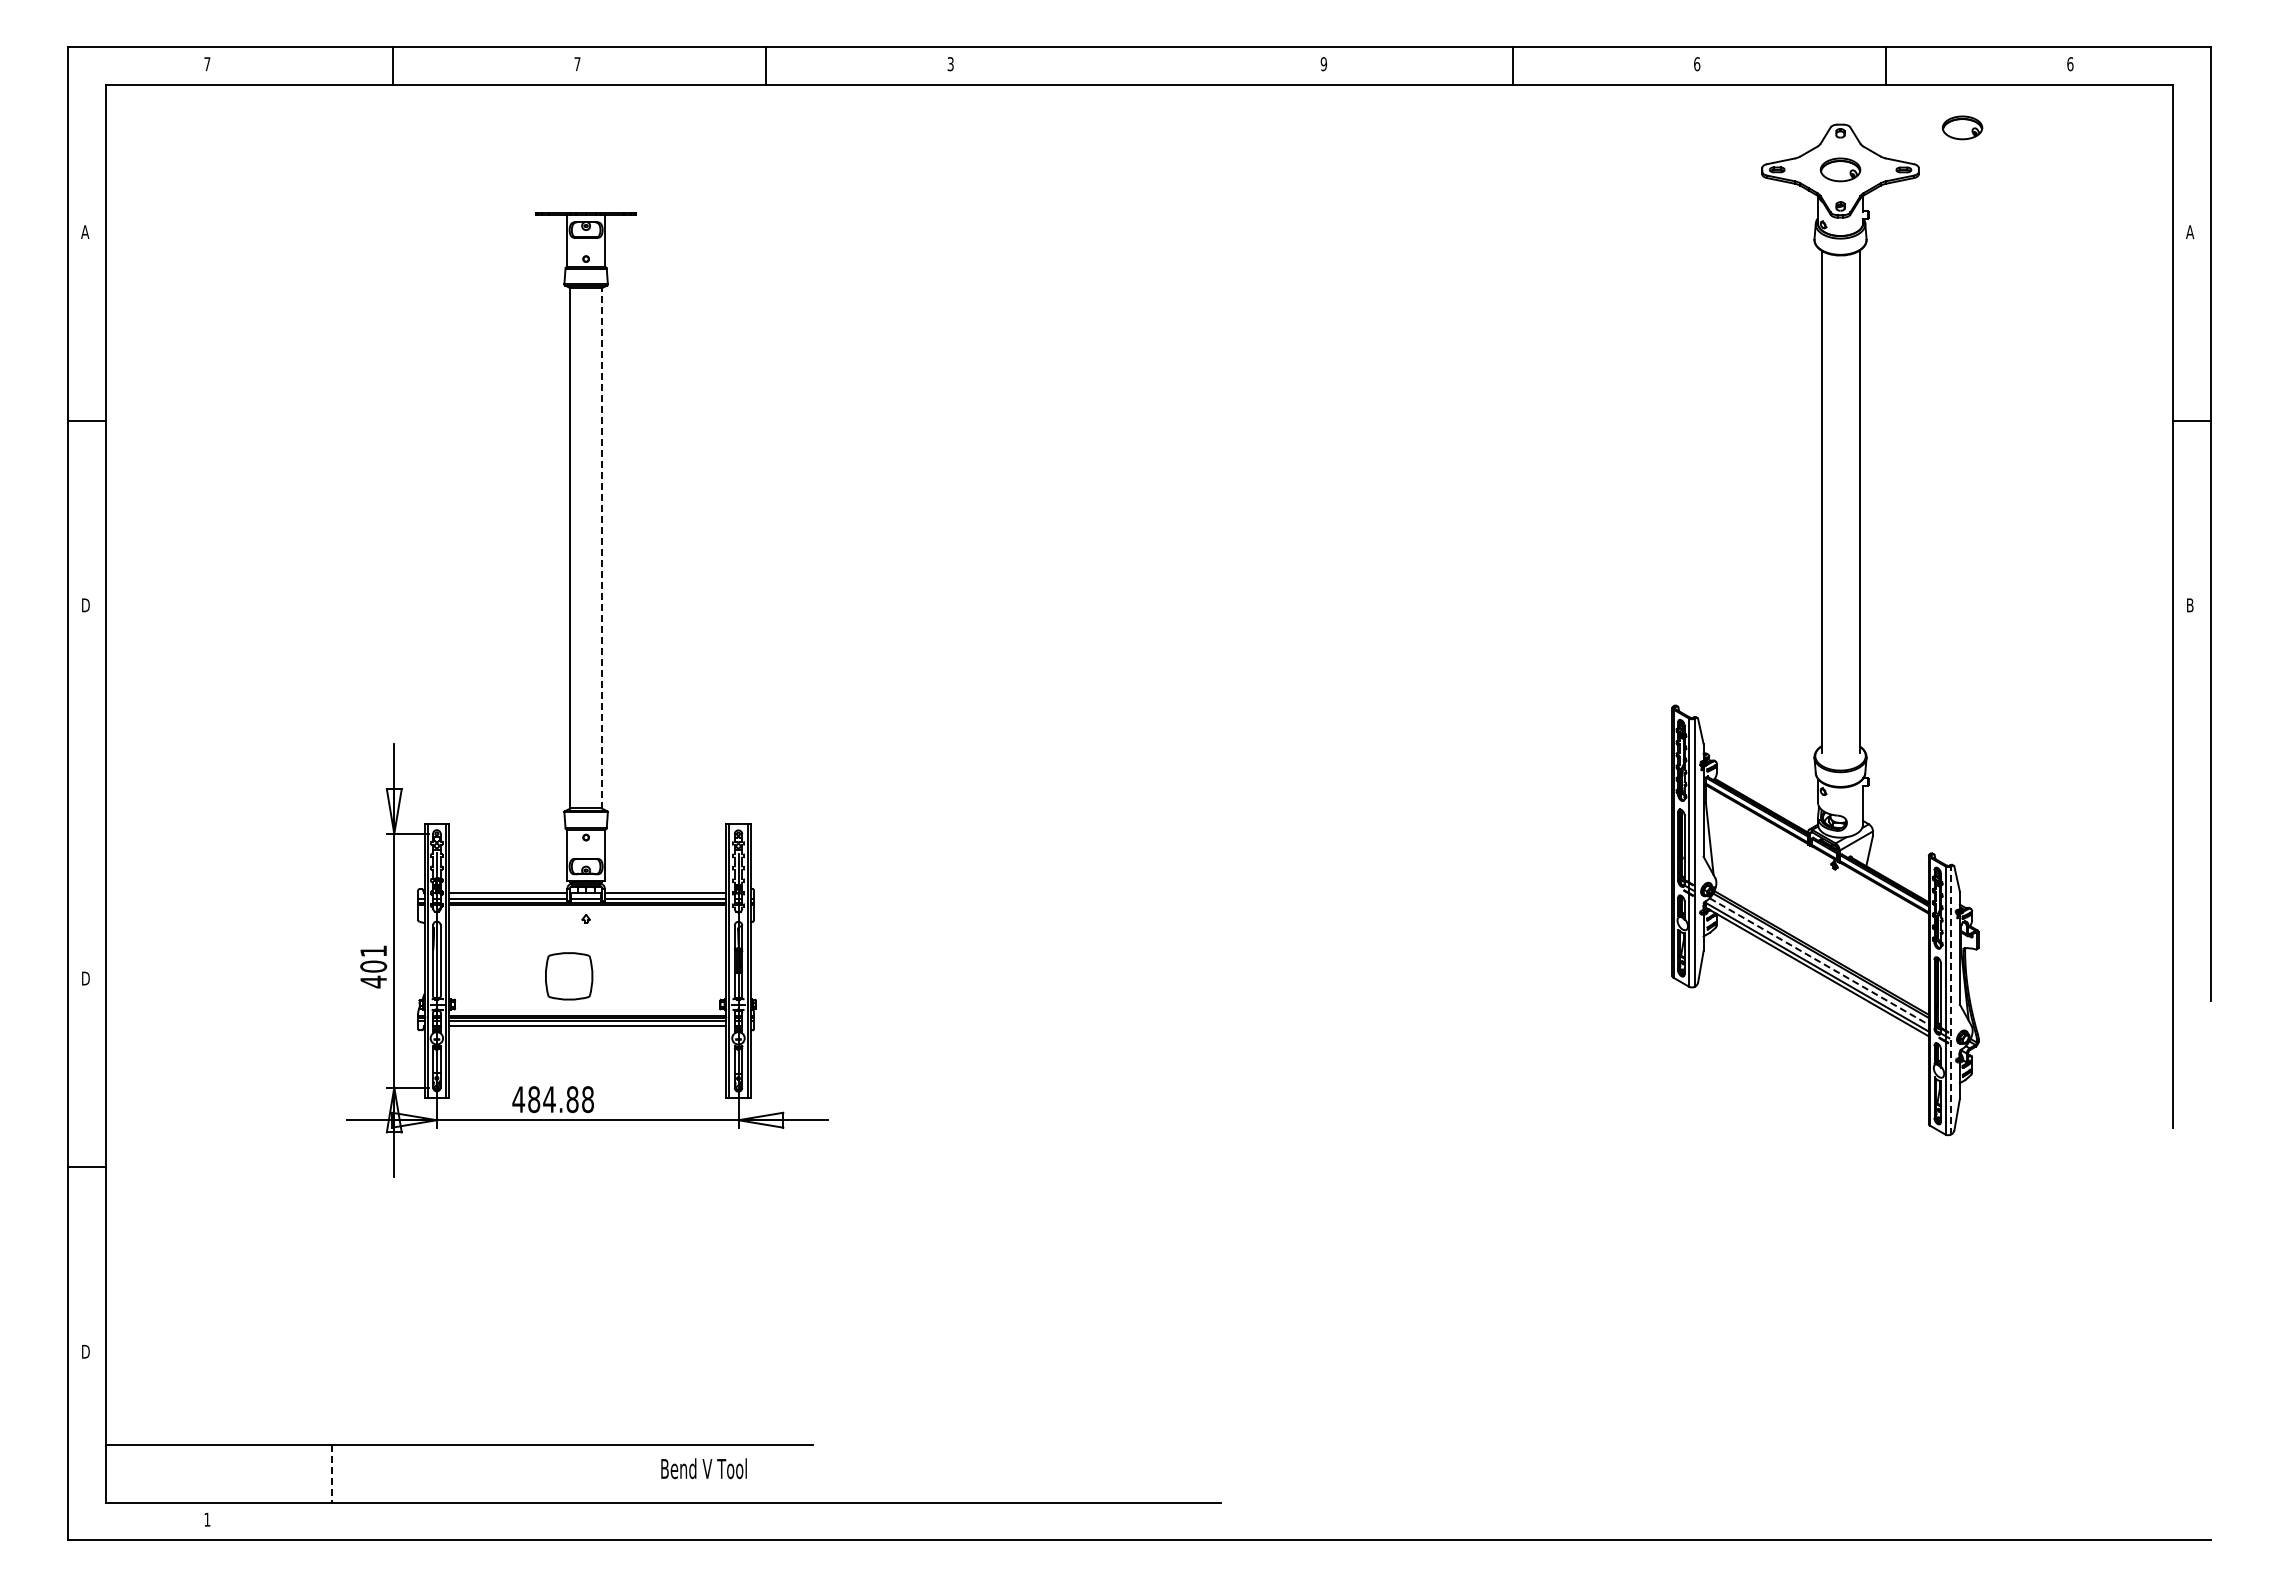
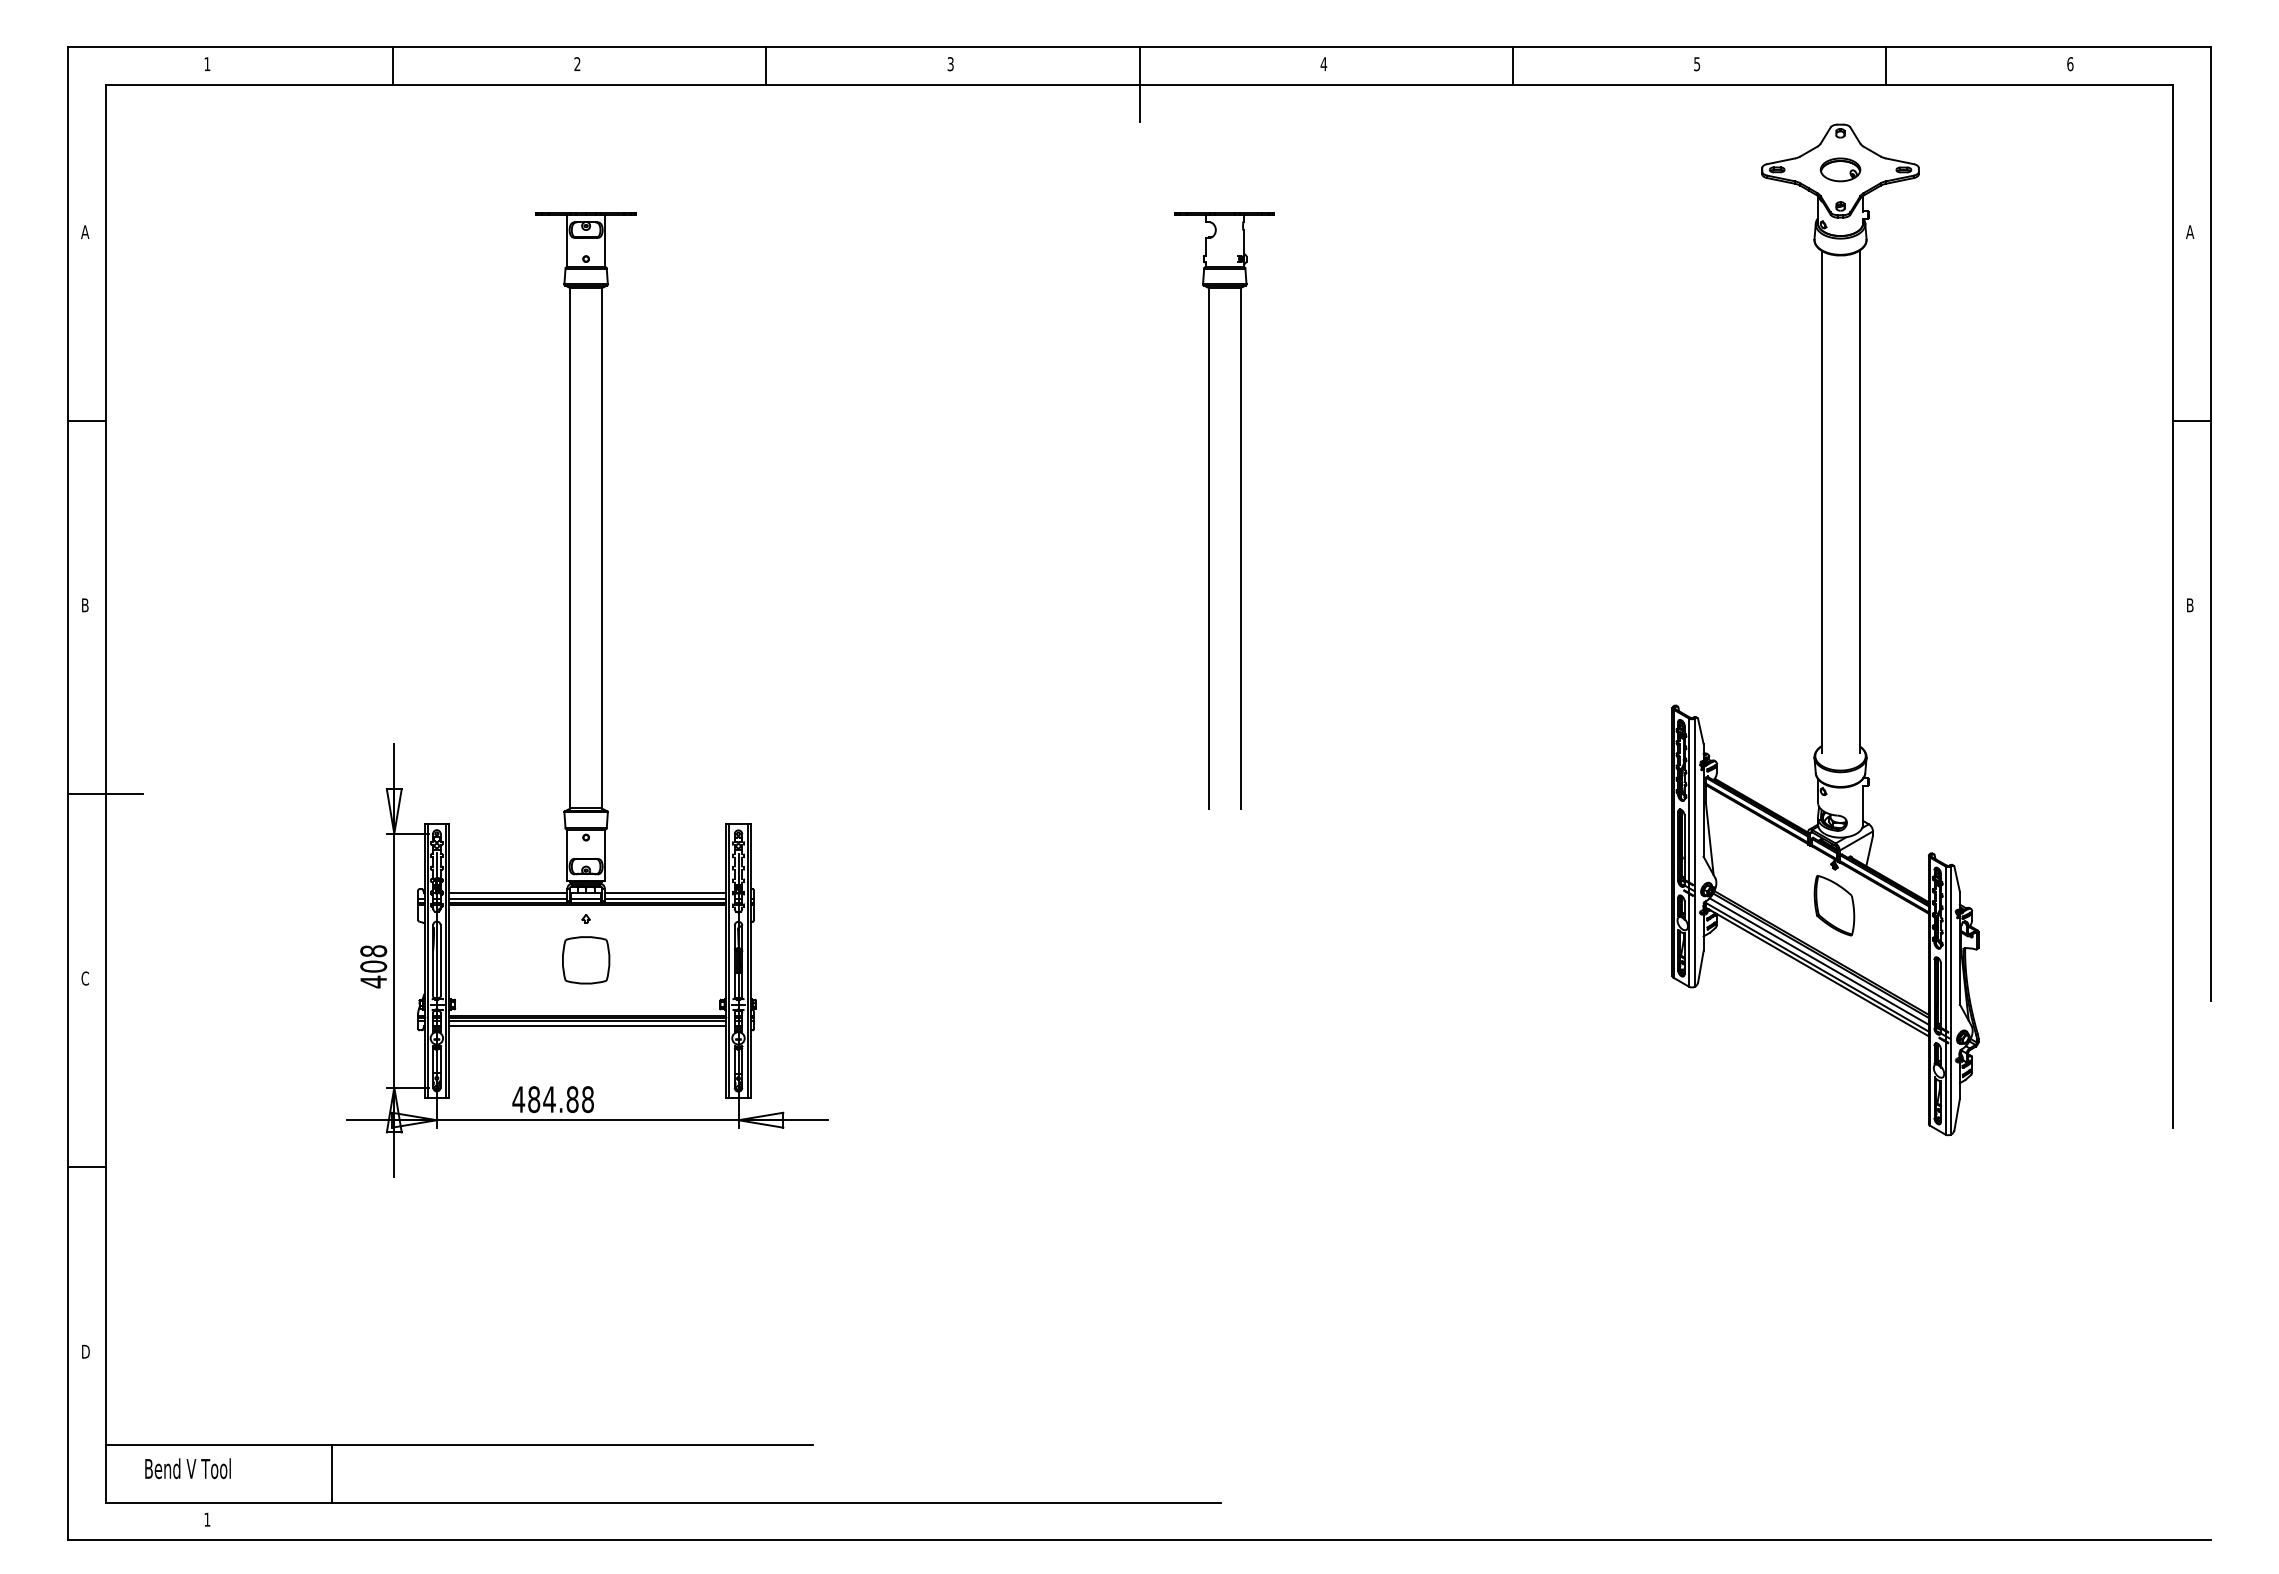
text at (207, 64): 7 -> 1
text at (577, 64): 7 -> 2
text at (1323, 64): 9 -> 4
text at (1697, 64): 6 -> 5
line at (1139, 84): none -> present
part at (1962, 127): present -> none
part at (1209, 510): none -> present
line at (601, 547): dashed -> solid
text at (86, 604): D -> B
line at (105, 793): none -> present
part at (1834, 905): none -> present
text at (373, 951): 401 -> 408
line at (1819, 961): dashed -> solid
part at (569, 976) position: (569, 976) -> (586, 960)
text at (85, 978): D -> C
line at (1950, 1000): dashed -> solid
text at (703, 1468) position: (703, 1468) -> (187, 1468)
line at (332, 1474): dashed -> solid
